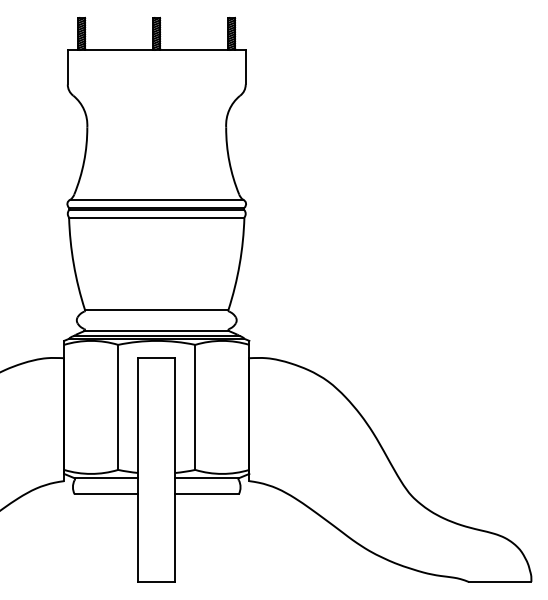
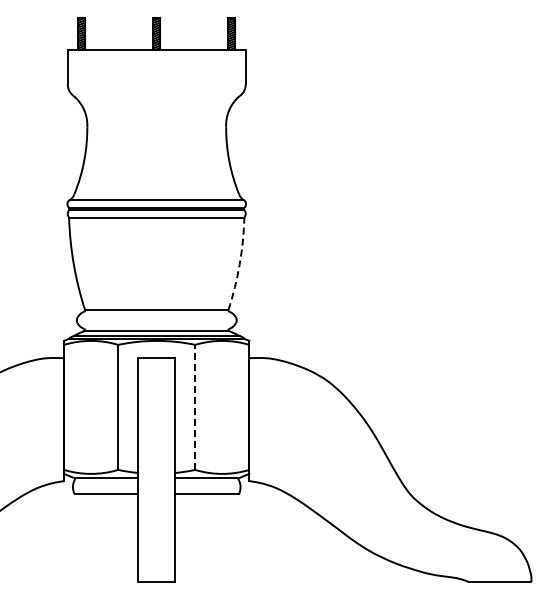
arc at (239, 264): solid -> dashed
line at (195, 407): solid -> dashed
